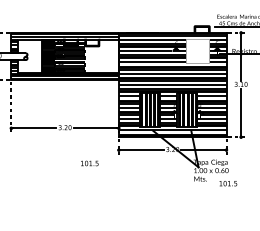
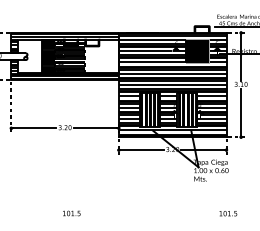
hatch at (197, 51): none -> present
text at (89, 163) position: (89, 163) -> (71, 213)
text at (228, 183) position: (228, 183) -> (228, 213)
